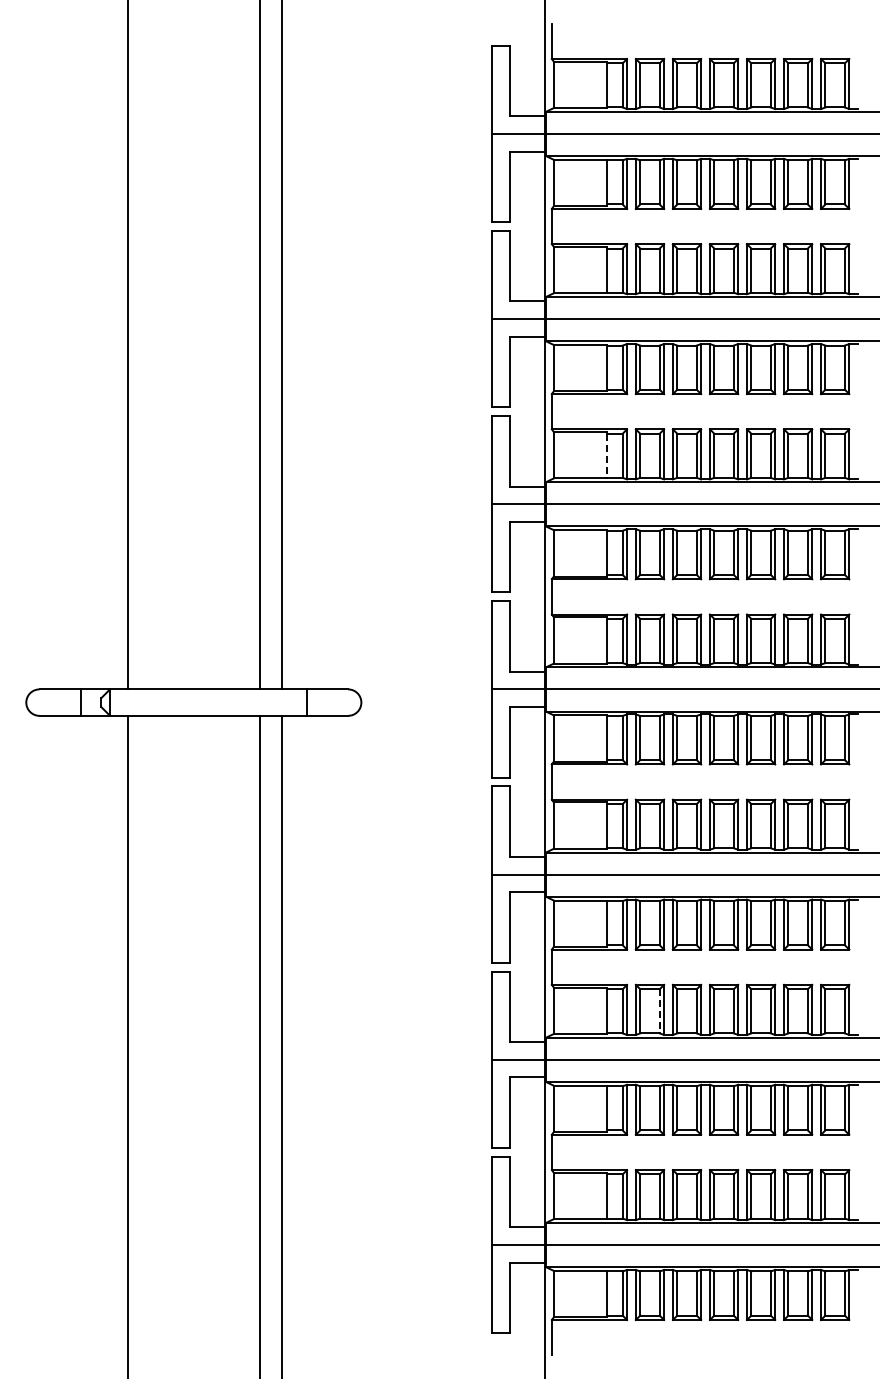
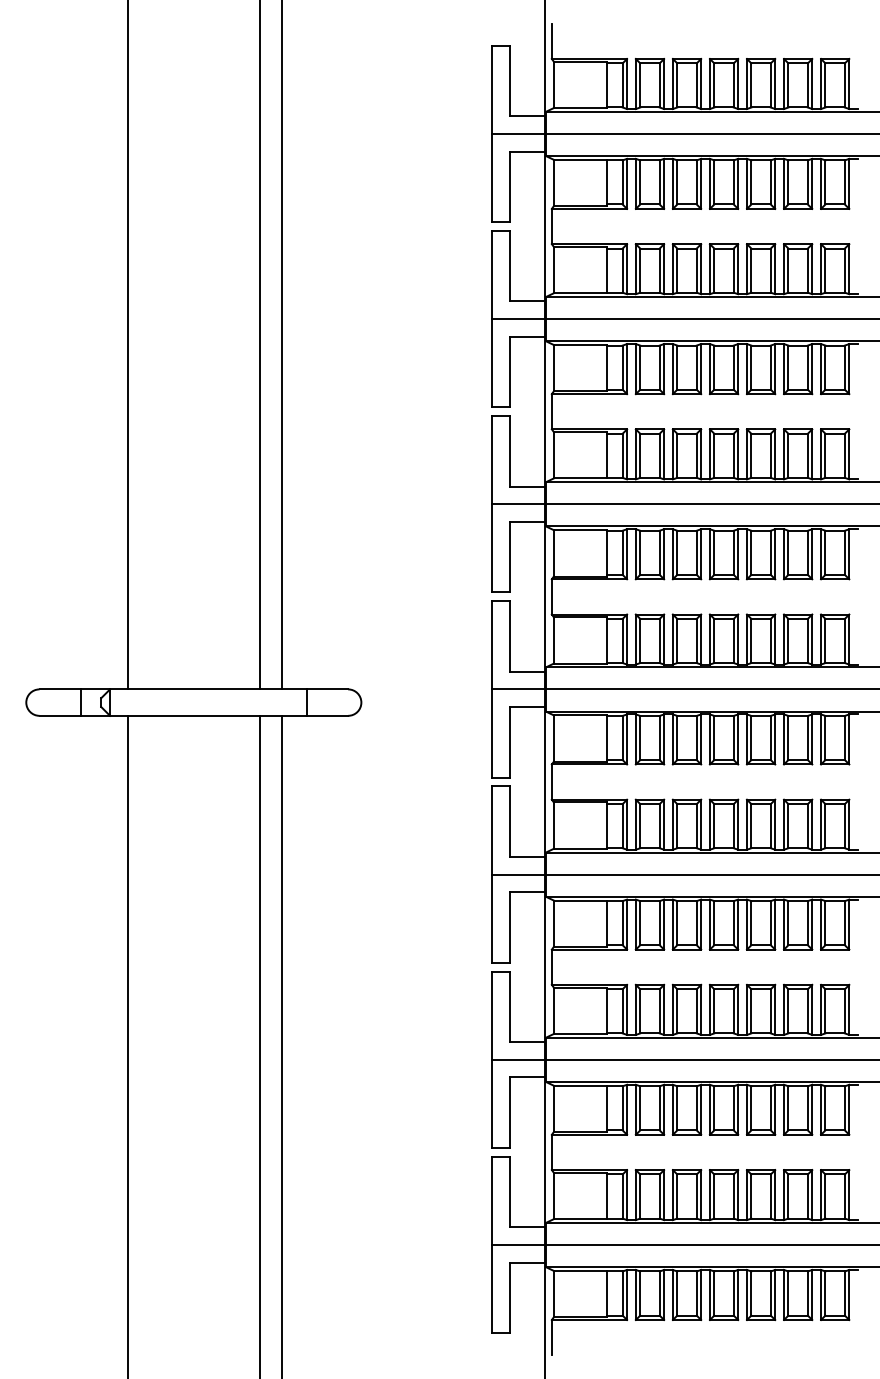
line at (606, 456): dashed -> solid
line at (659, 1011): dashed -> solid
